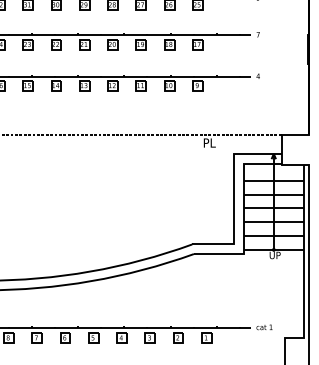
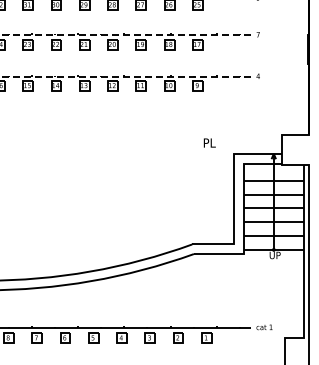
line at (125, 35): solid -> dashed
line at (125, 76): solid -> dashed
line at (141, 135): present -> none
